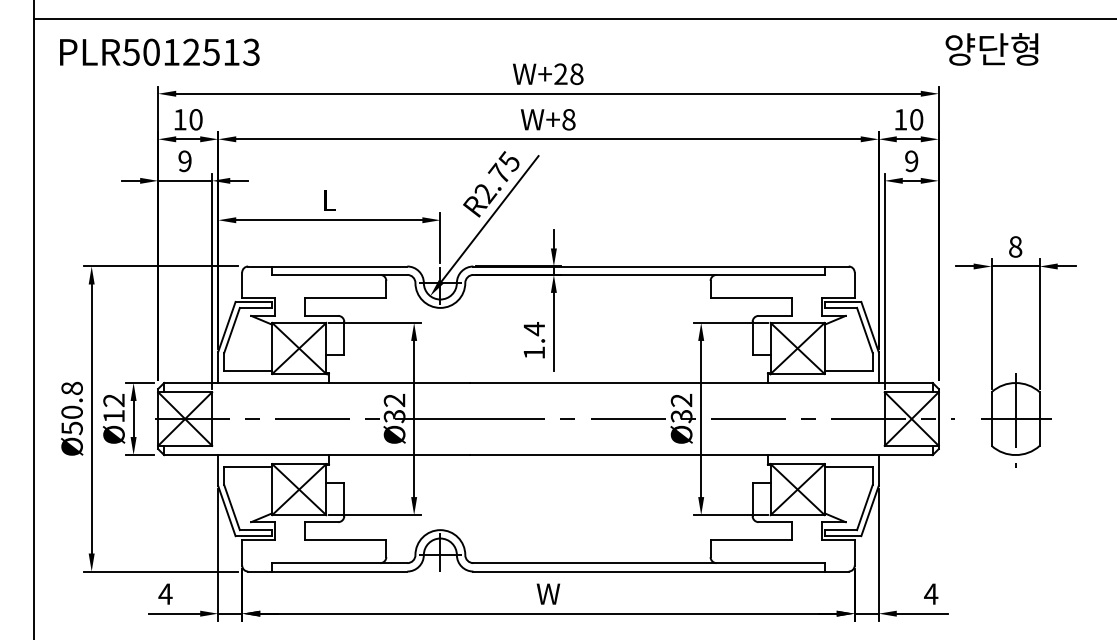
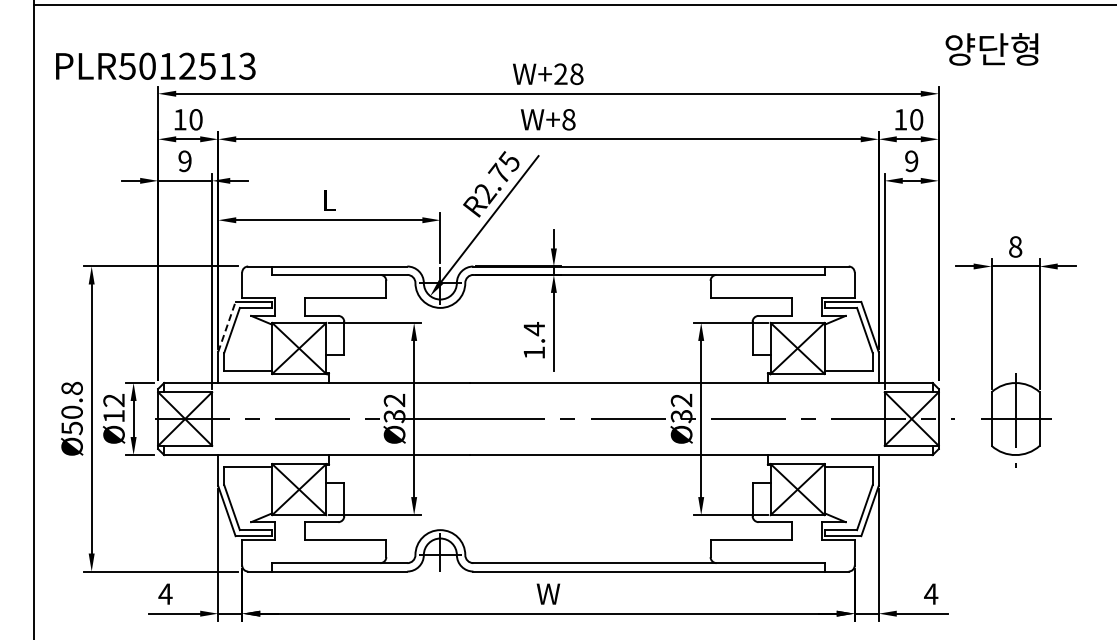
line at (573, 19) position: (573, 19) -> (573, 5)
text at (159, 51) position: (159, 51) -> (155, 65)
line at (226, 327): solid -> dashed
